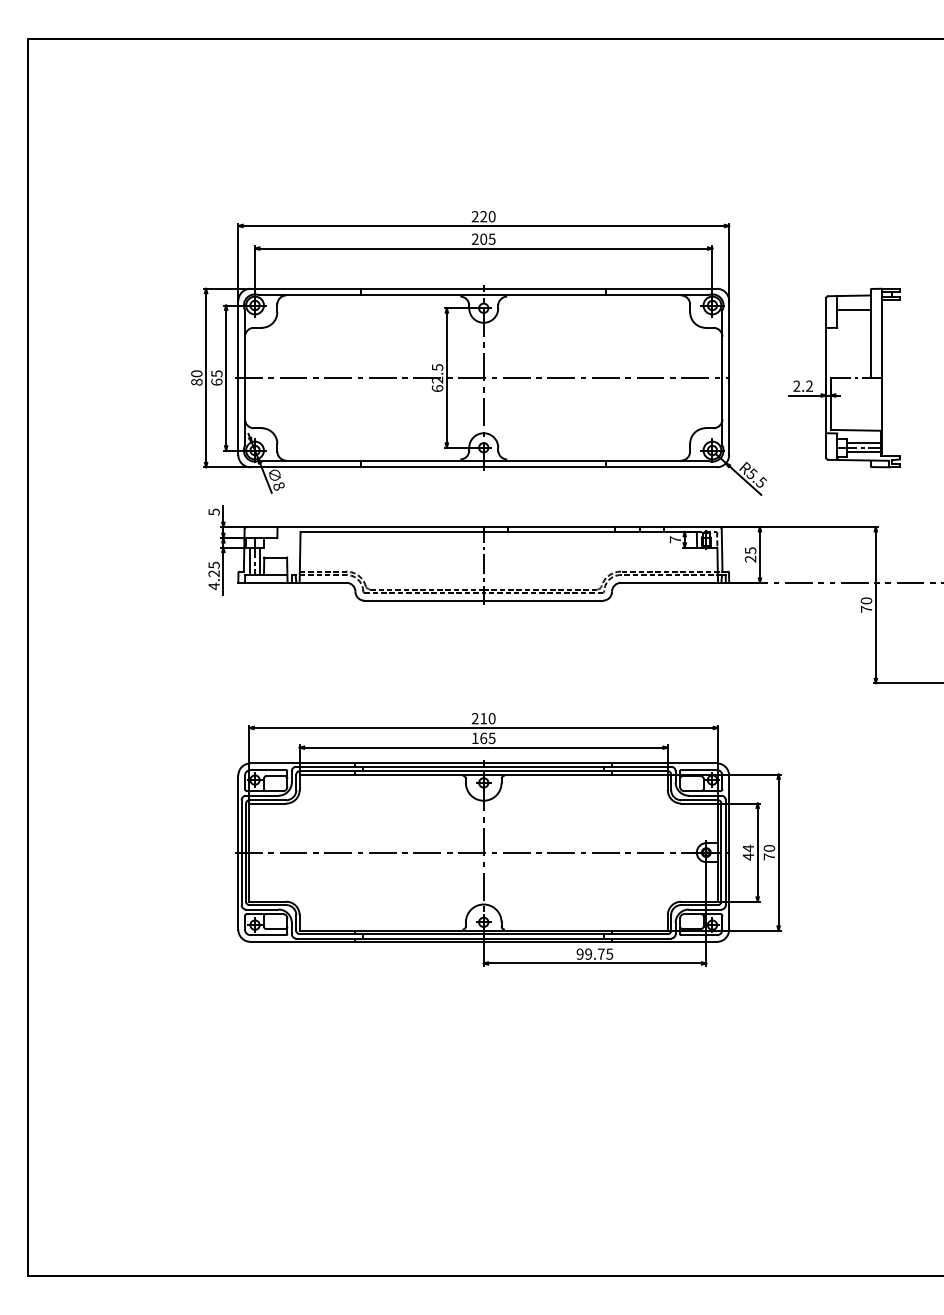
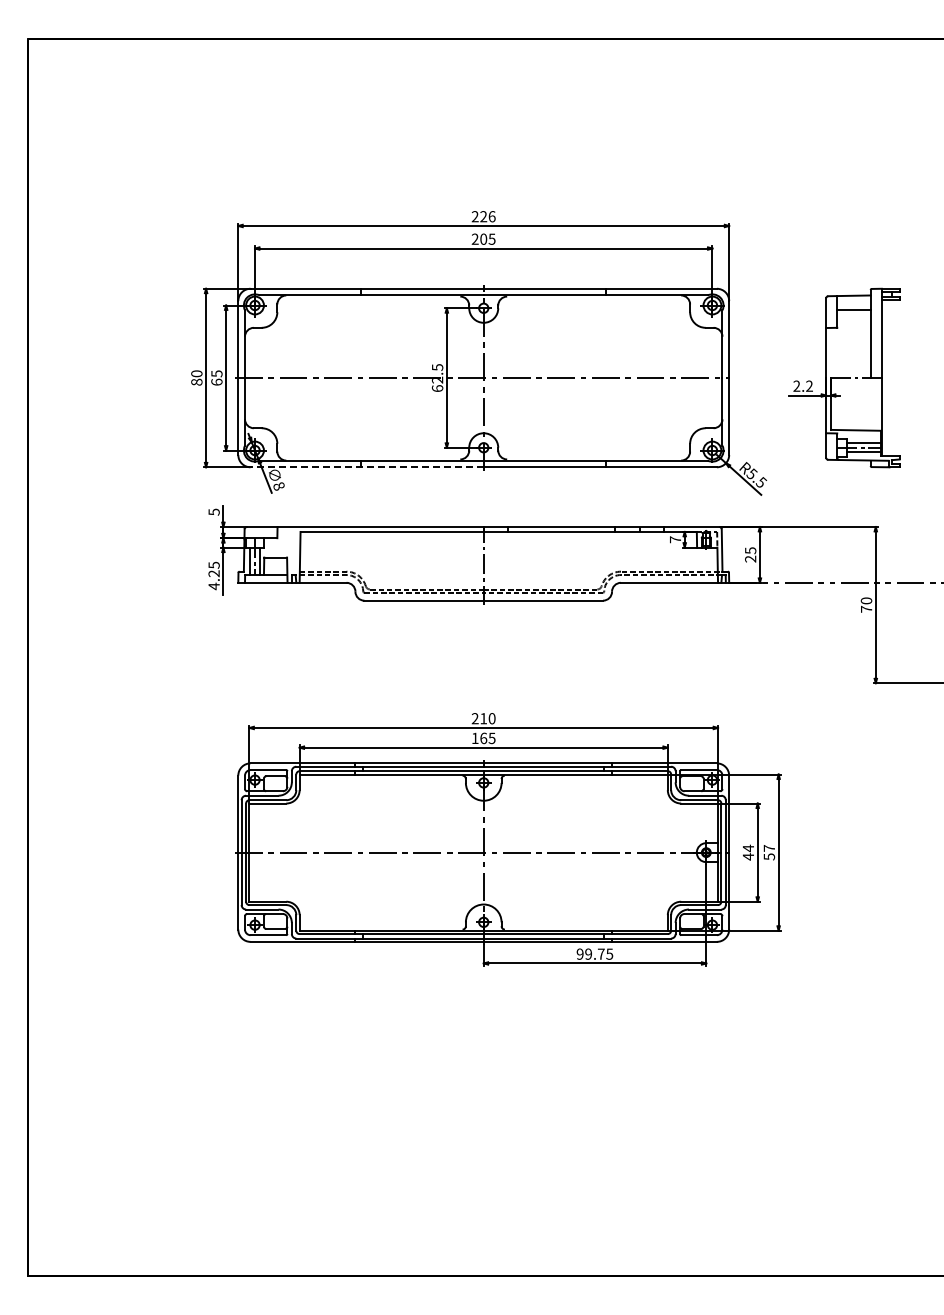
text at (491, 216): 220 -> 226
line at (367, 467): solid -> dashed
text at (769, 852): 70 -> 57
